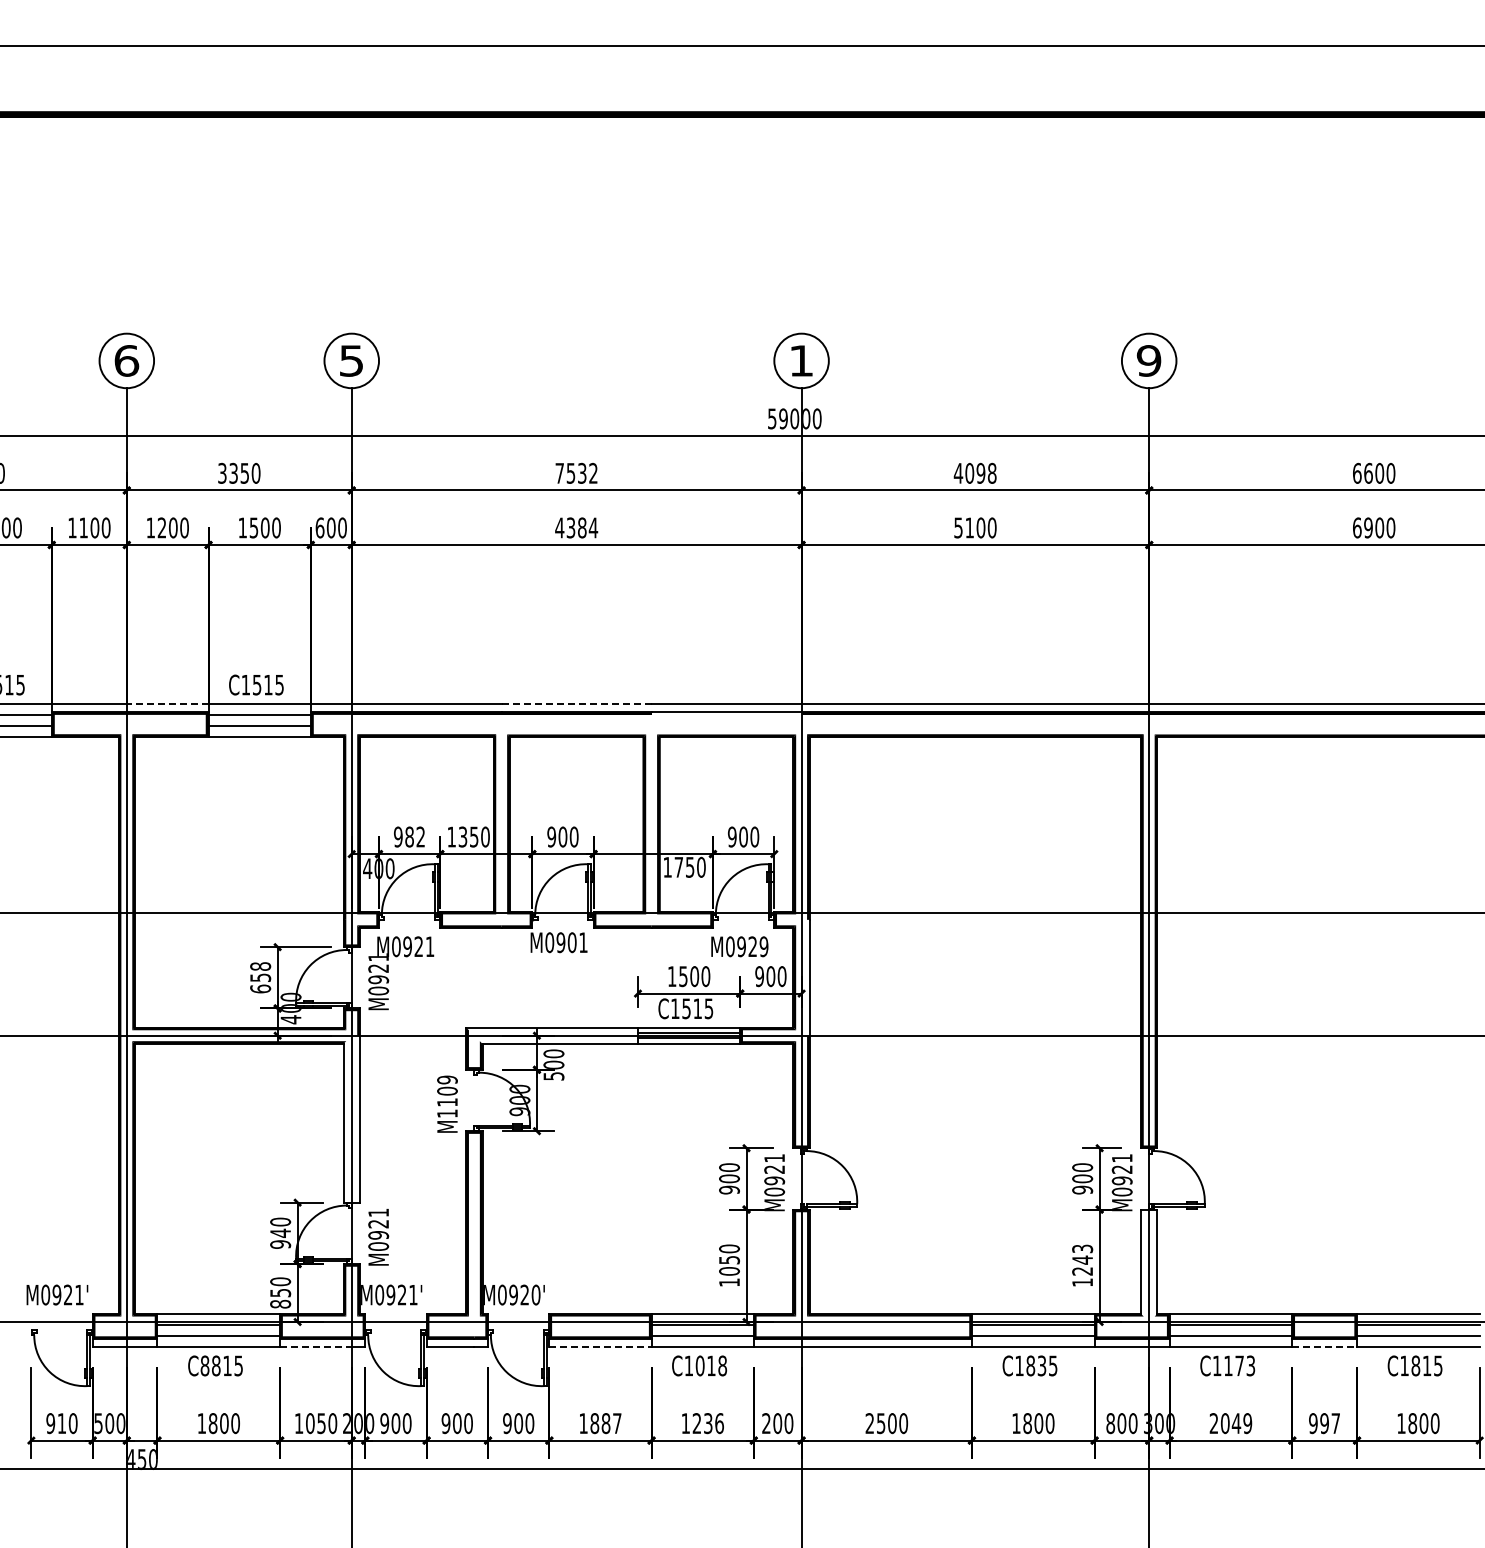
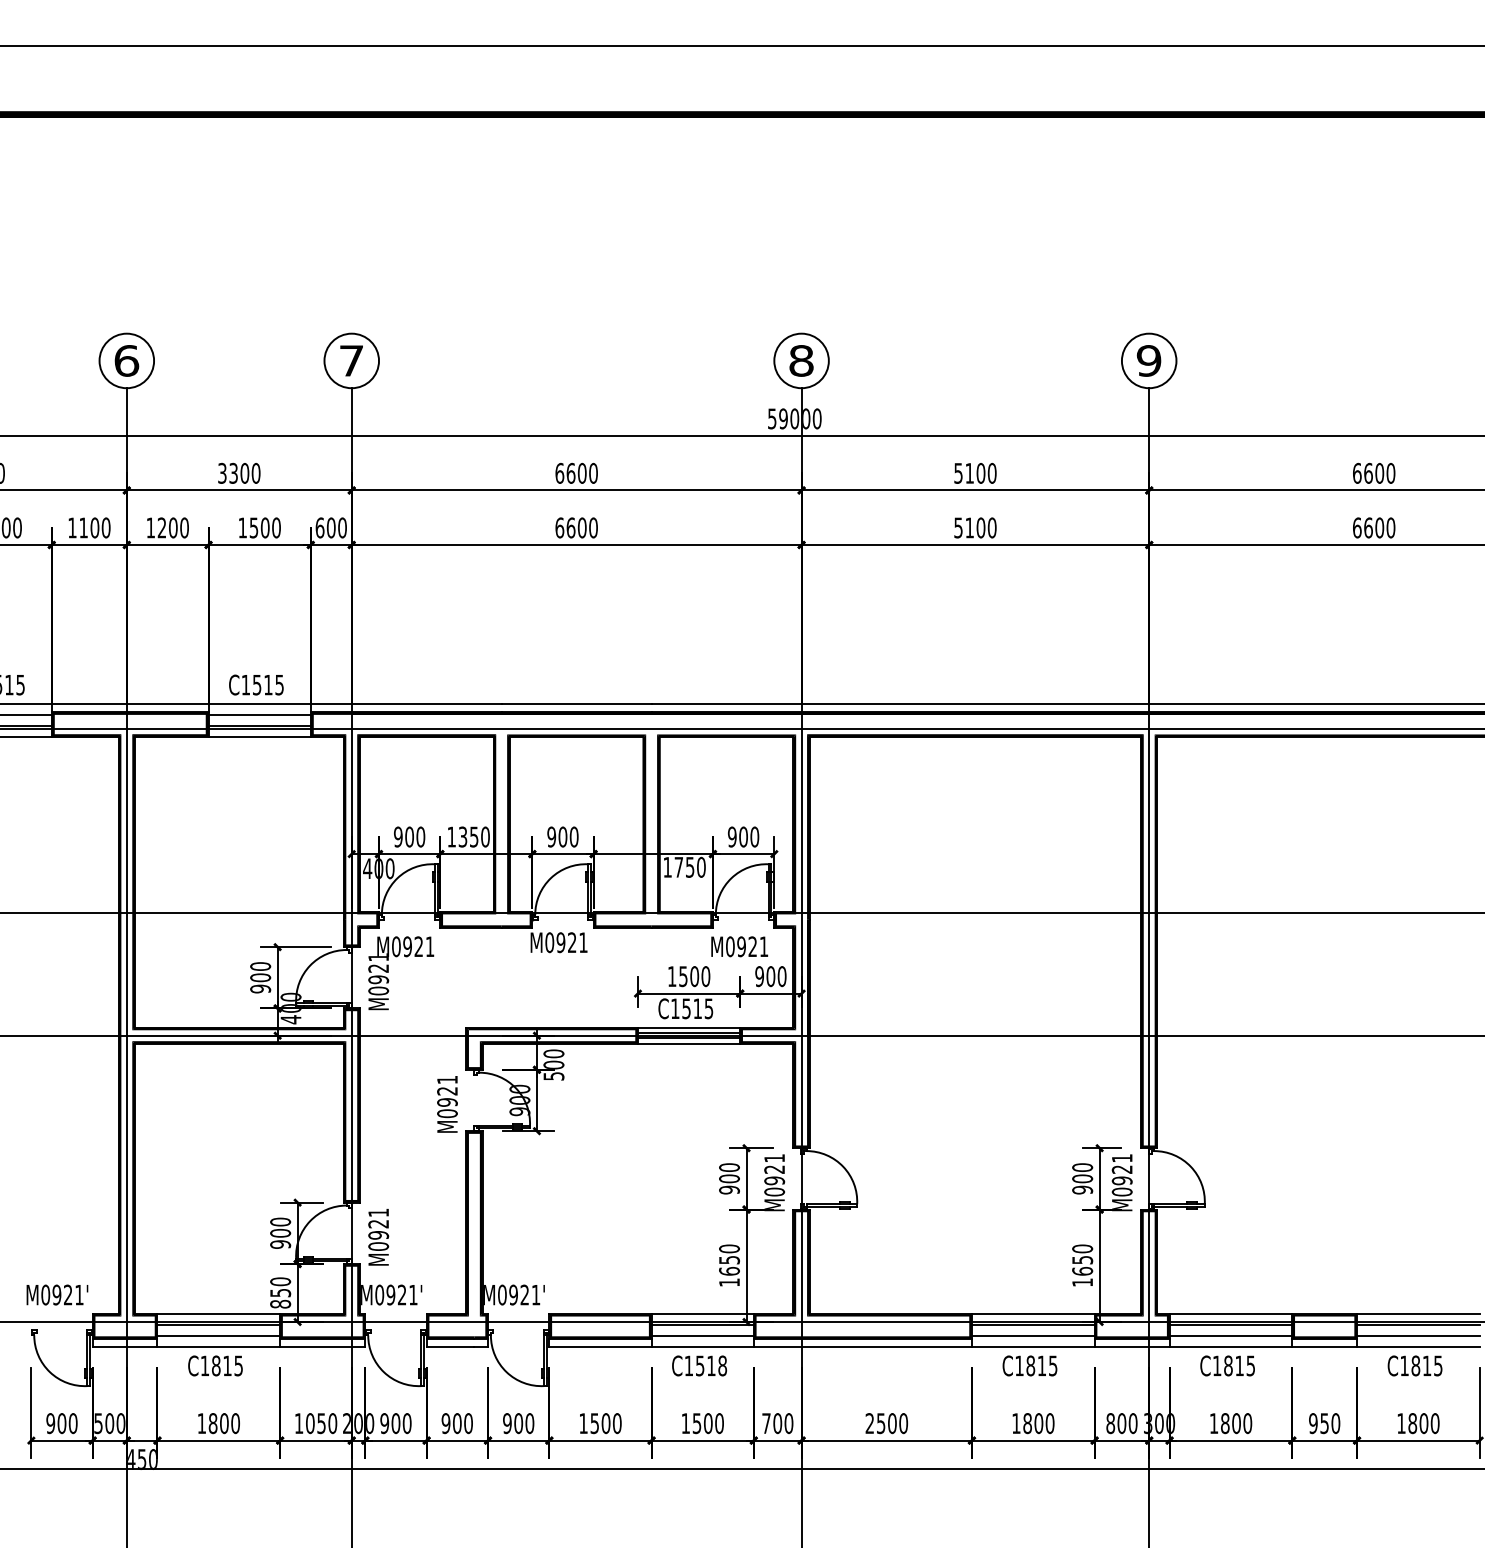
text at (351, 360): 5 -> 7
text at (801, 360): 1 -> 8
text at (576, 472): 7532 -> 6600
text at (974, 472): 4098 -> 5100
text at (244, 473): 3350 -> 3300
text at (576, 527): 4384 -> 6600
text at (1368, 527): 6900 -> 6600
line at (167, 703): dashed -> solid
line at (576, 703): dashed -> solid
fill at (726, 712): none -> present
line at (741, 729): none -> present
text at (415, 836): 982 -> 900
text at (571, 942): M0901 -> M0921
text at (763, 946): M0929 -> M0921
text at (260, 977): 658 -> 900
fill at (808, 977): none -> present
fill at (551, 1035): none -> present
text at (447, 1096): M1109 -> M0921
fill at (351, 1118): none -> present
text at (280, 1232): 940 -> 900
text at (1082, 1259): 1243 -> 1650
fill at (1149, 1262): none -> present
text at (729, 1270): 1050 -> 1650
text at (535, 1294): M0920' -> M0921'
line at (315, 1347): dashed -> solid
line at (601, 1347): dashed -> solid
line at (1325, 1347): dashed -> solid
text at (204, 1365): C8815 -> C1815
text at (699, 1365): C1018 -> C1518
text at (1041, 1365): C1835 -> C1815
text at (1239, 1365): C1173 -> C1815
text at (61, 1423): 910 -> 900
text at (605, 1423): 1887 -> 1500
text at (707, 1423): 1236 -> 1500
text at (766, 1423): 200 -> 700
text at (1230, 1423): 2049 -> 1800
text at (1330, 1423): 997 -> 950
